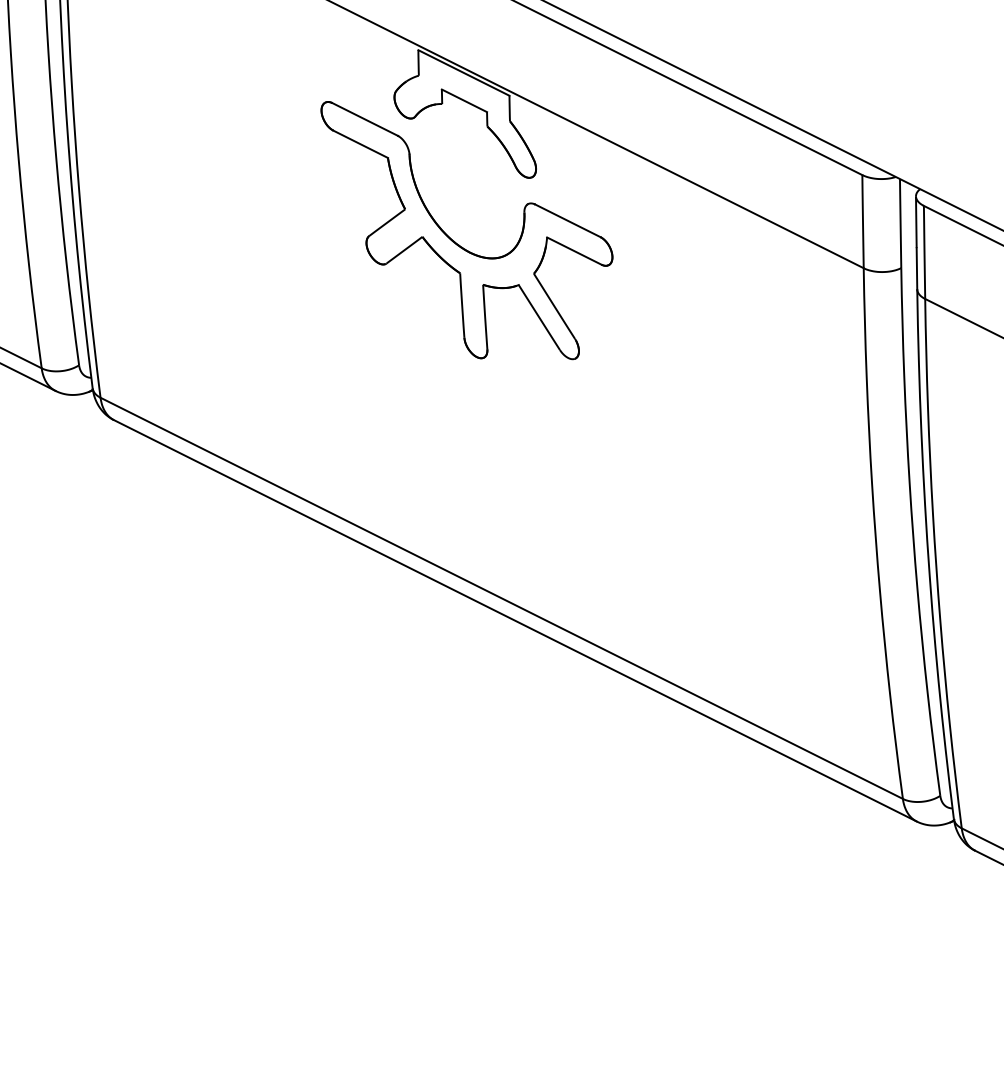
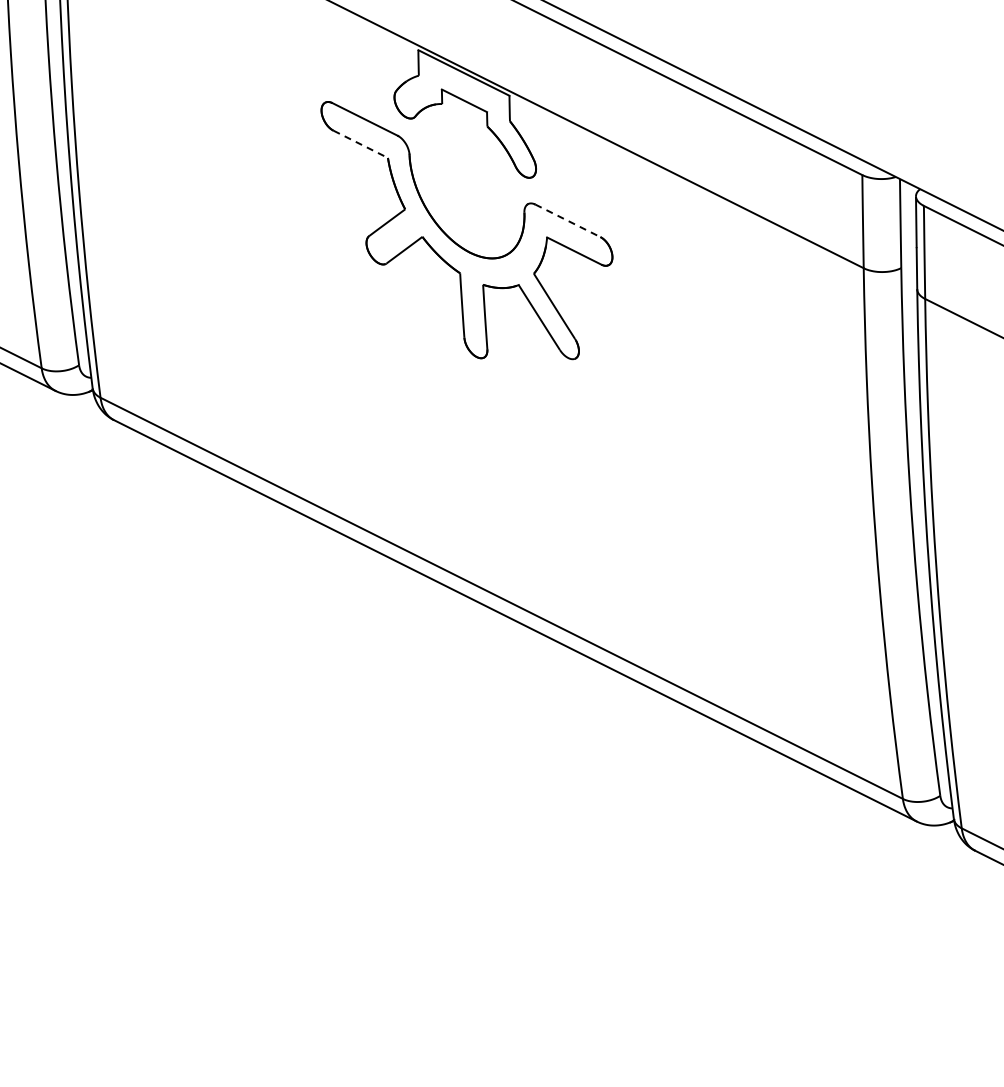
line at (361, 144): solid -> dashed
line at (568, 221): solid -> dashed
